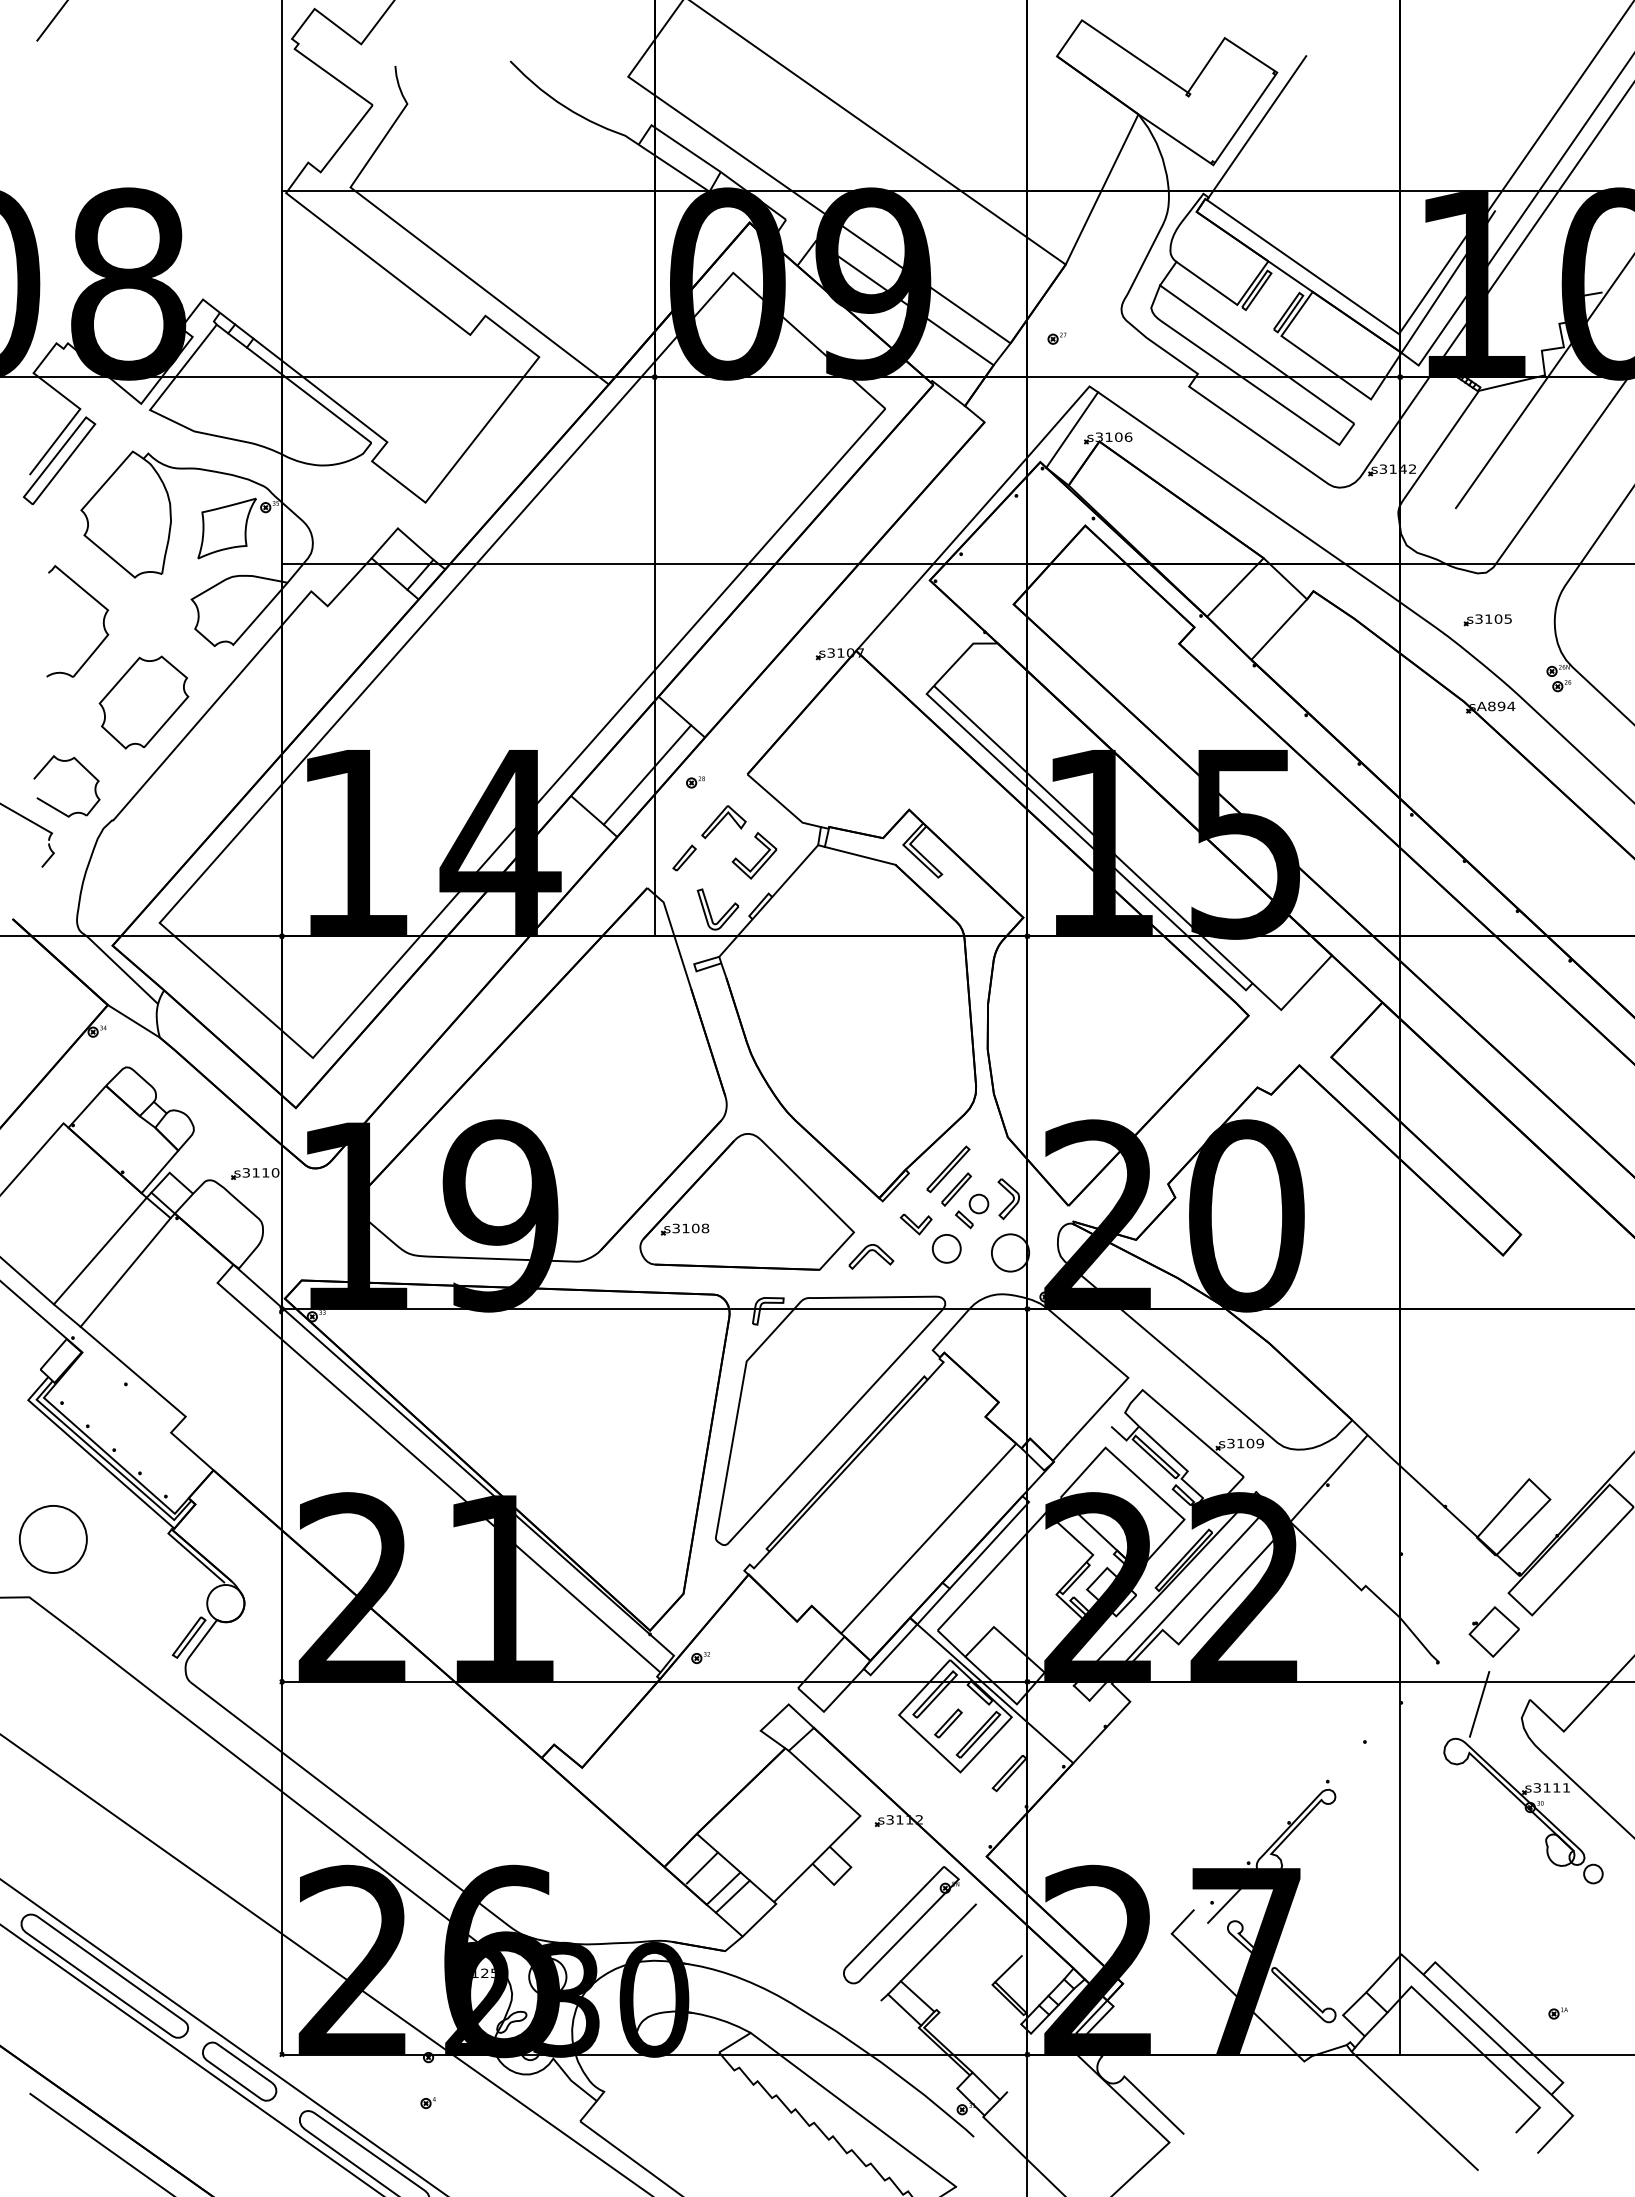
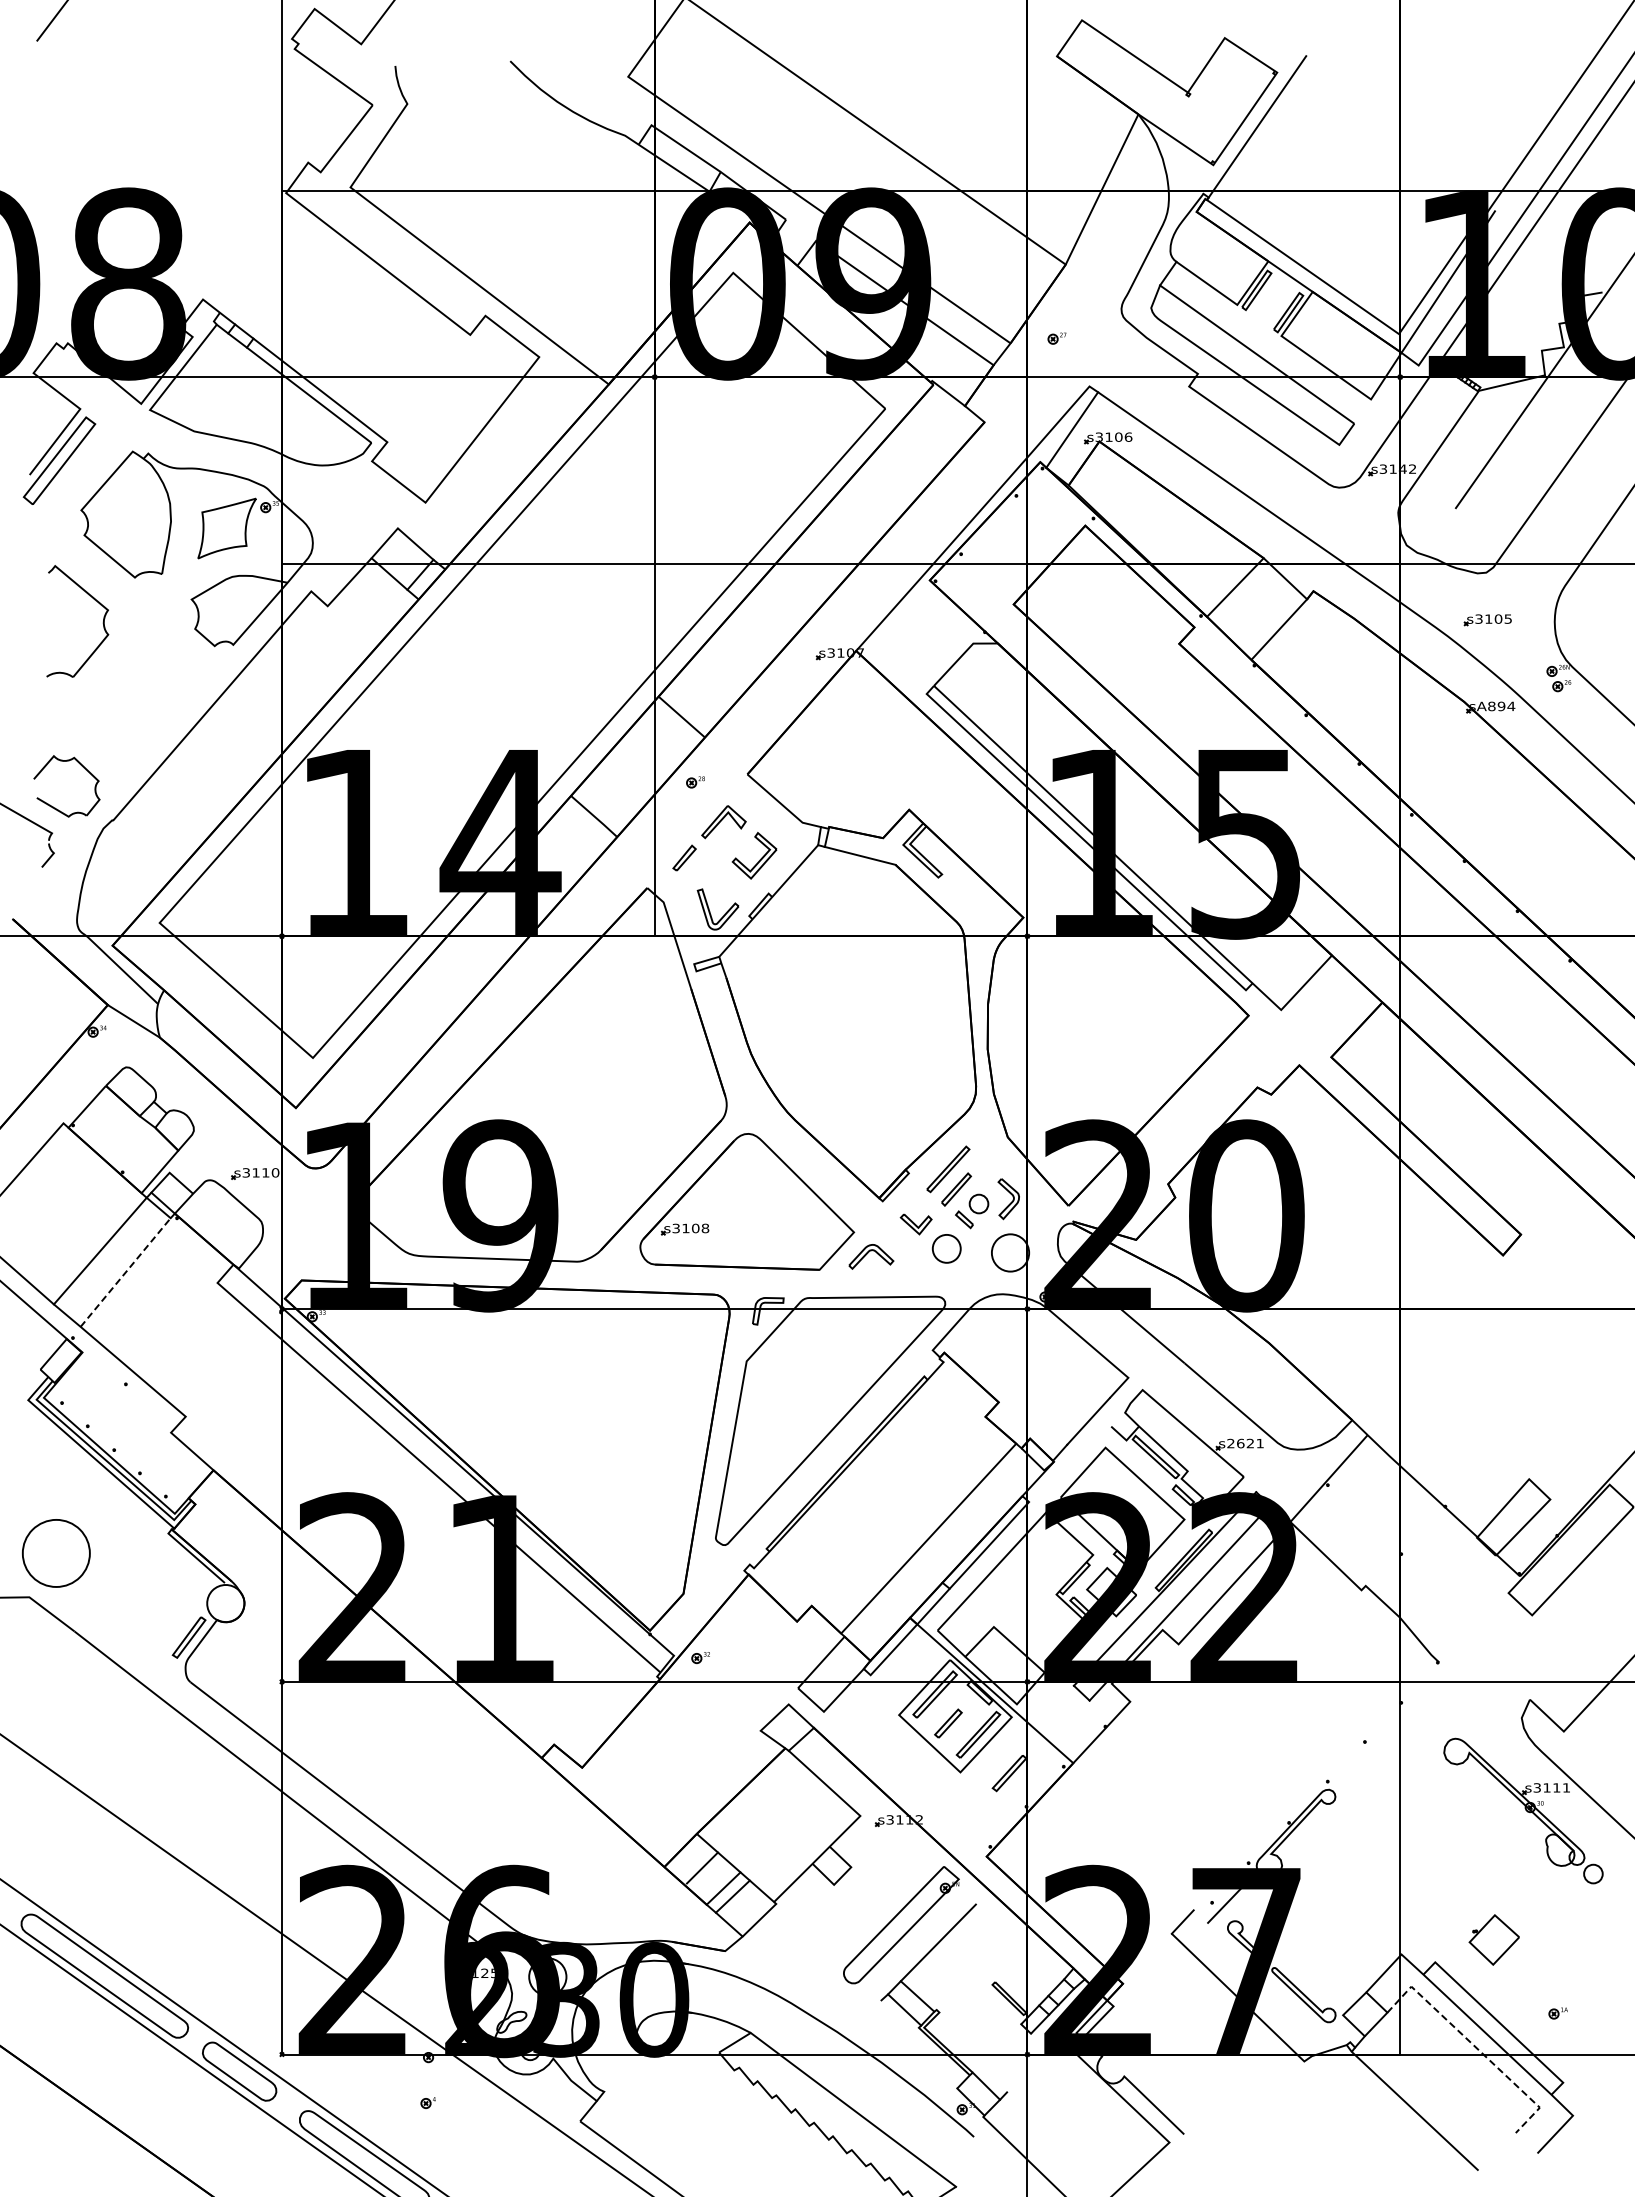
part at (143, 702): present -> none
line at (647, 774): present -> none
line at (125, 1272): solid -> dashed
text at (1245, 1443): s3109 -> s2621
part at (52, 1539) position: (52, 1539) -> (55, 1553)
part at (1493, 1631) position: (1493, 1631) -> (1493, 1939)
line at (1479, 1704): present -> none
line at (1008, 1969): present -> none
line at (1476, 2047): solid -> dashed
line at (100, 2143): present -> none
